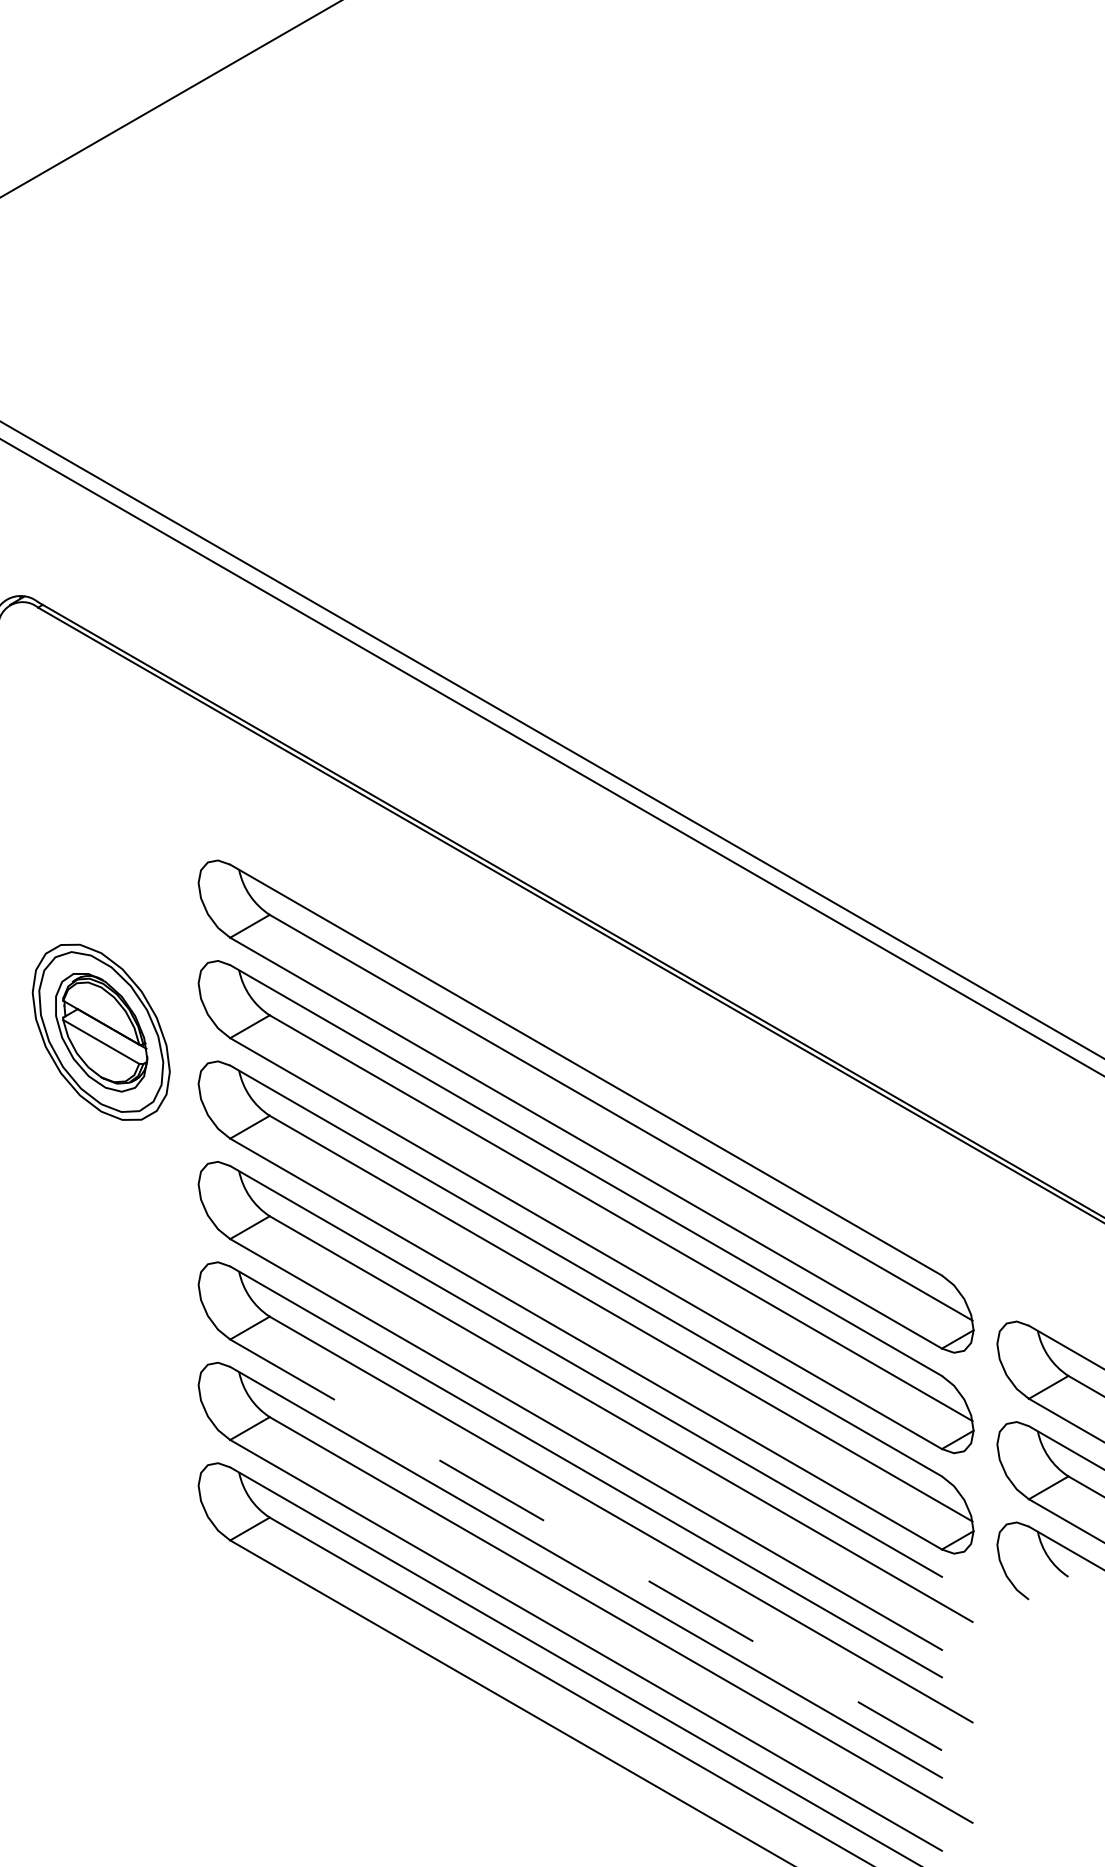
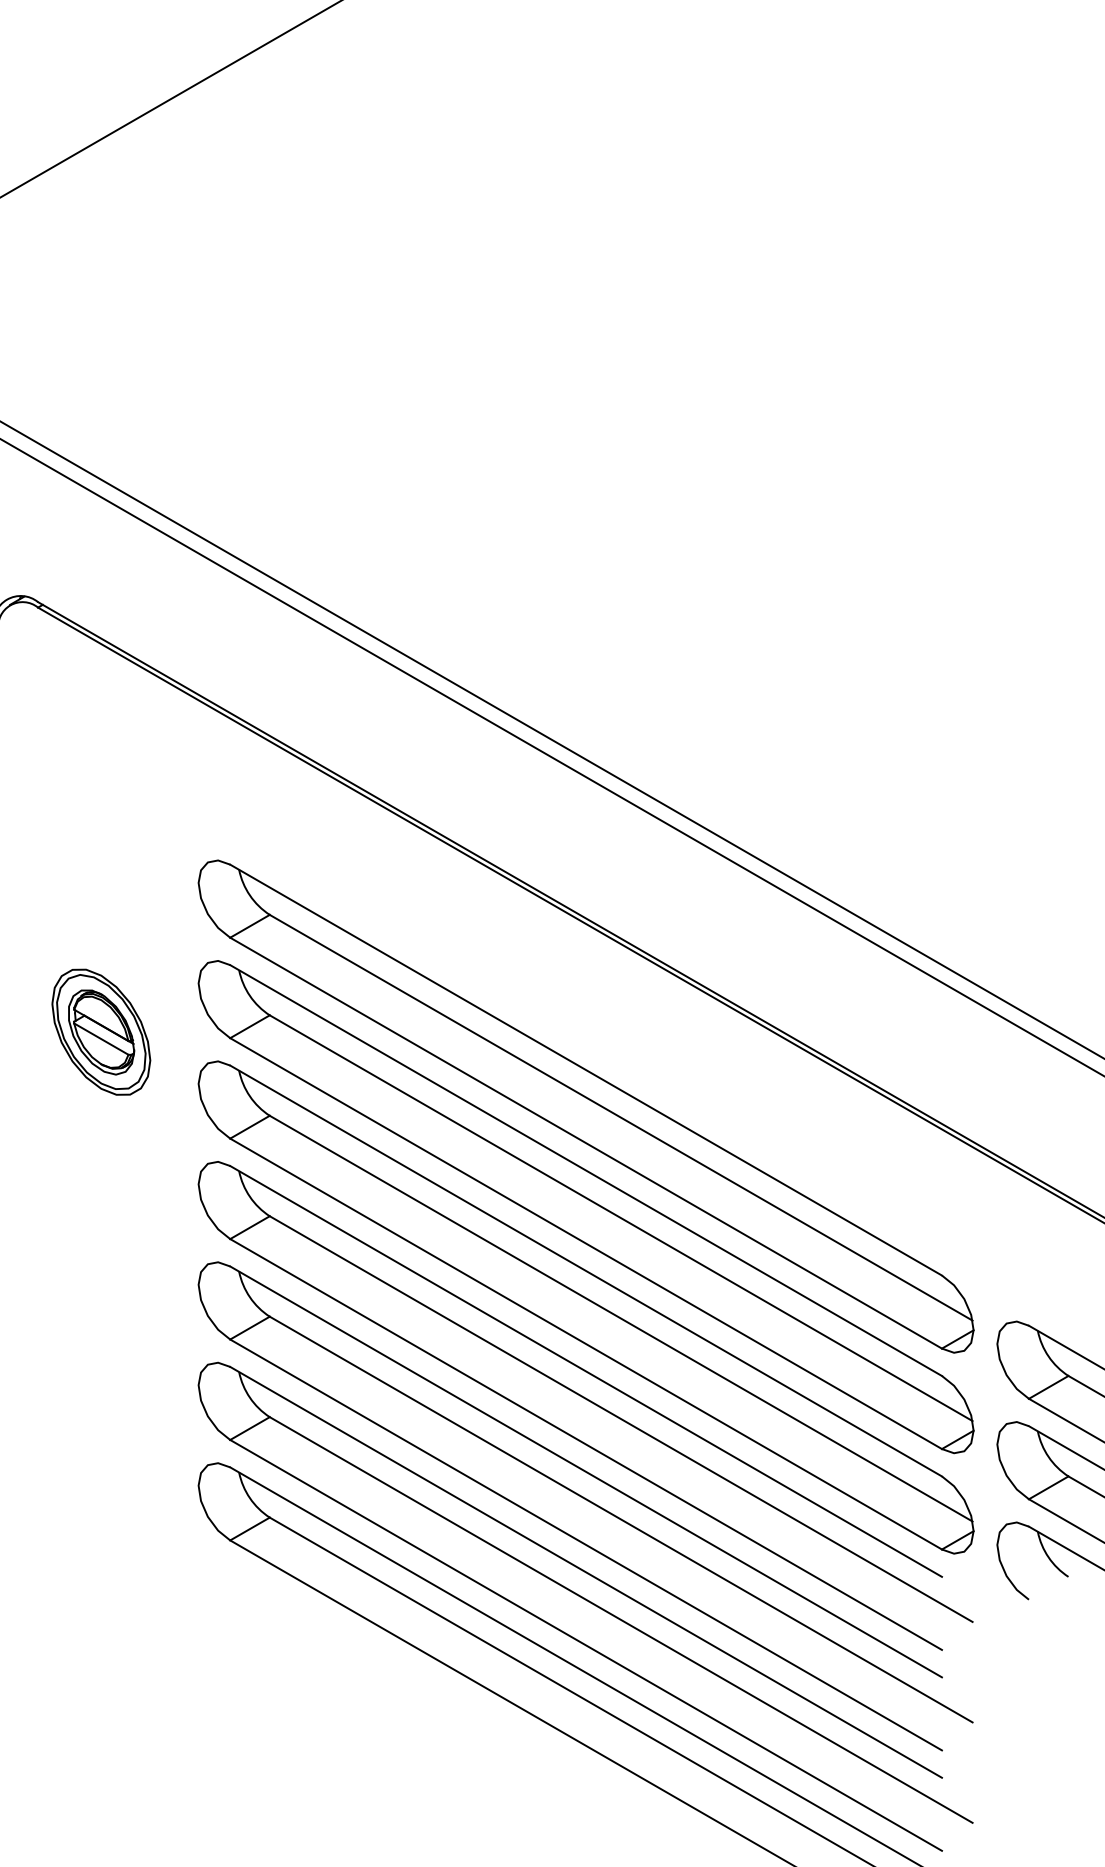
part at (100, 1031) size: 140x178 px -> 101x128 px
line at (586, 1544): dashed -> solid
